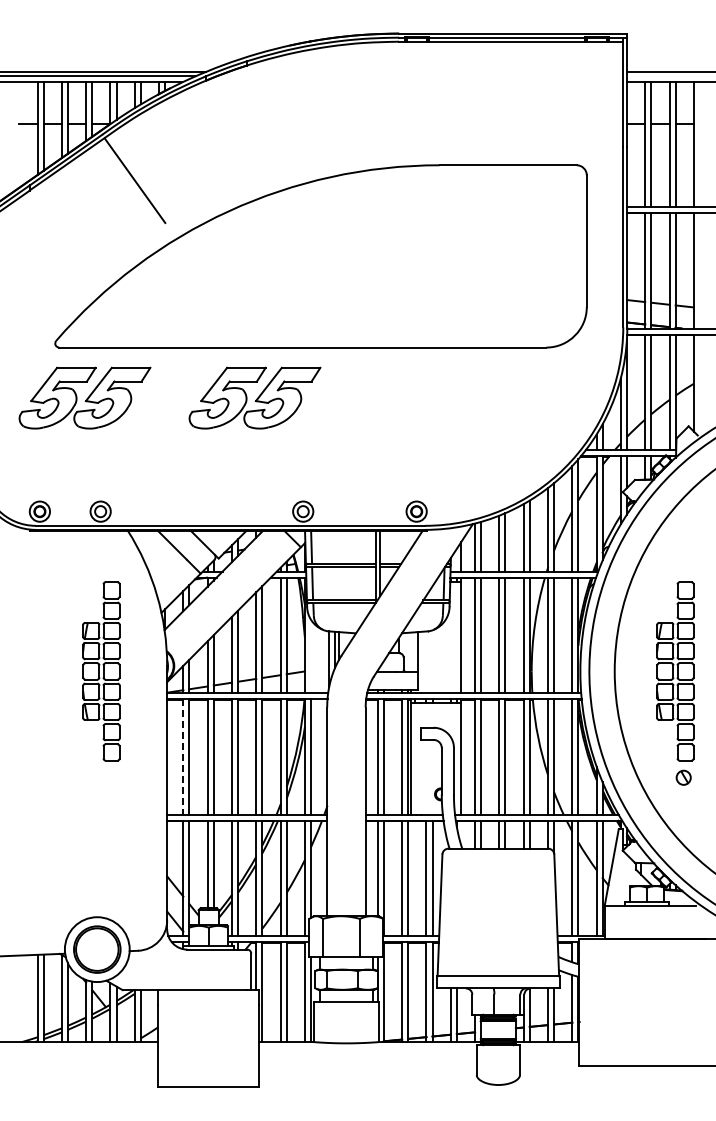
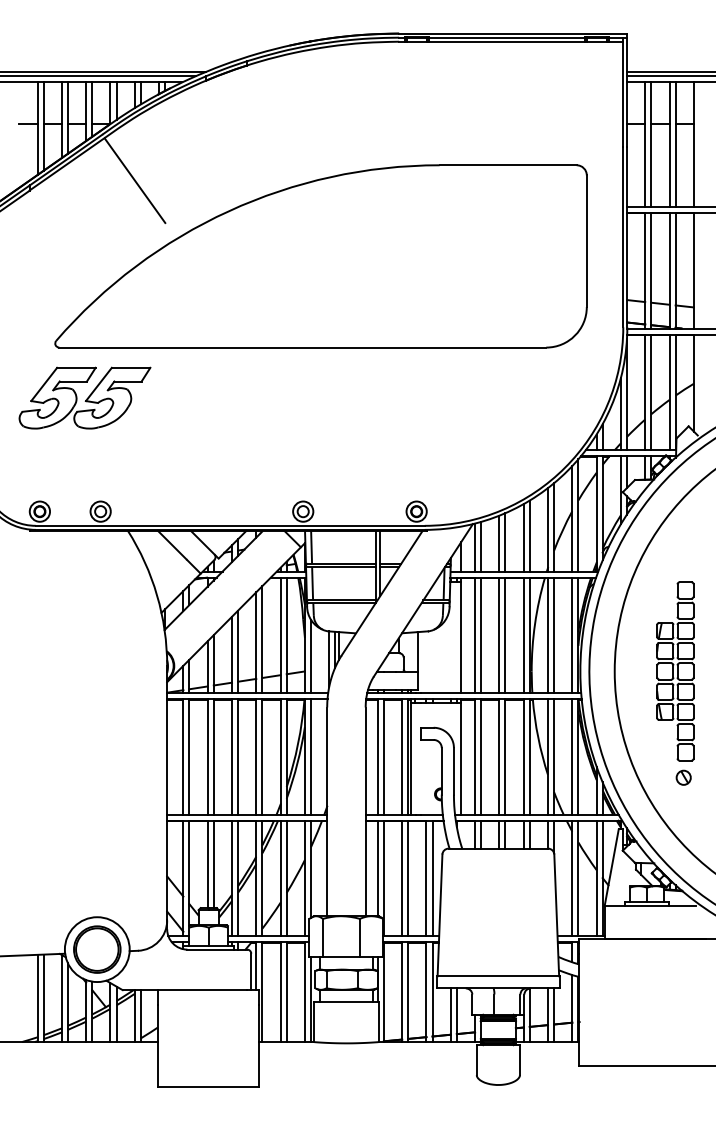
line at (669, 76): none -> present
part at (254, 397): present -> none
line at (311, 656): none -> present
part at (101, 671): present -> none
line at (183, 756): dashed -> solid
